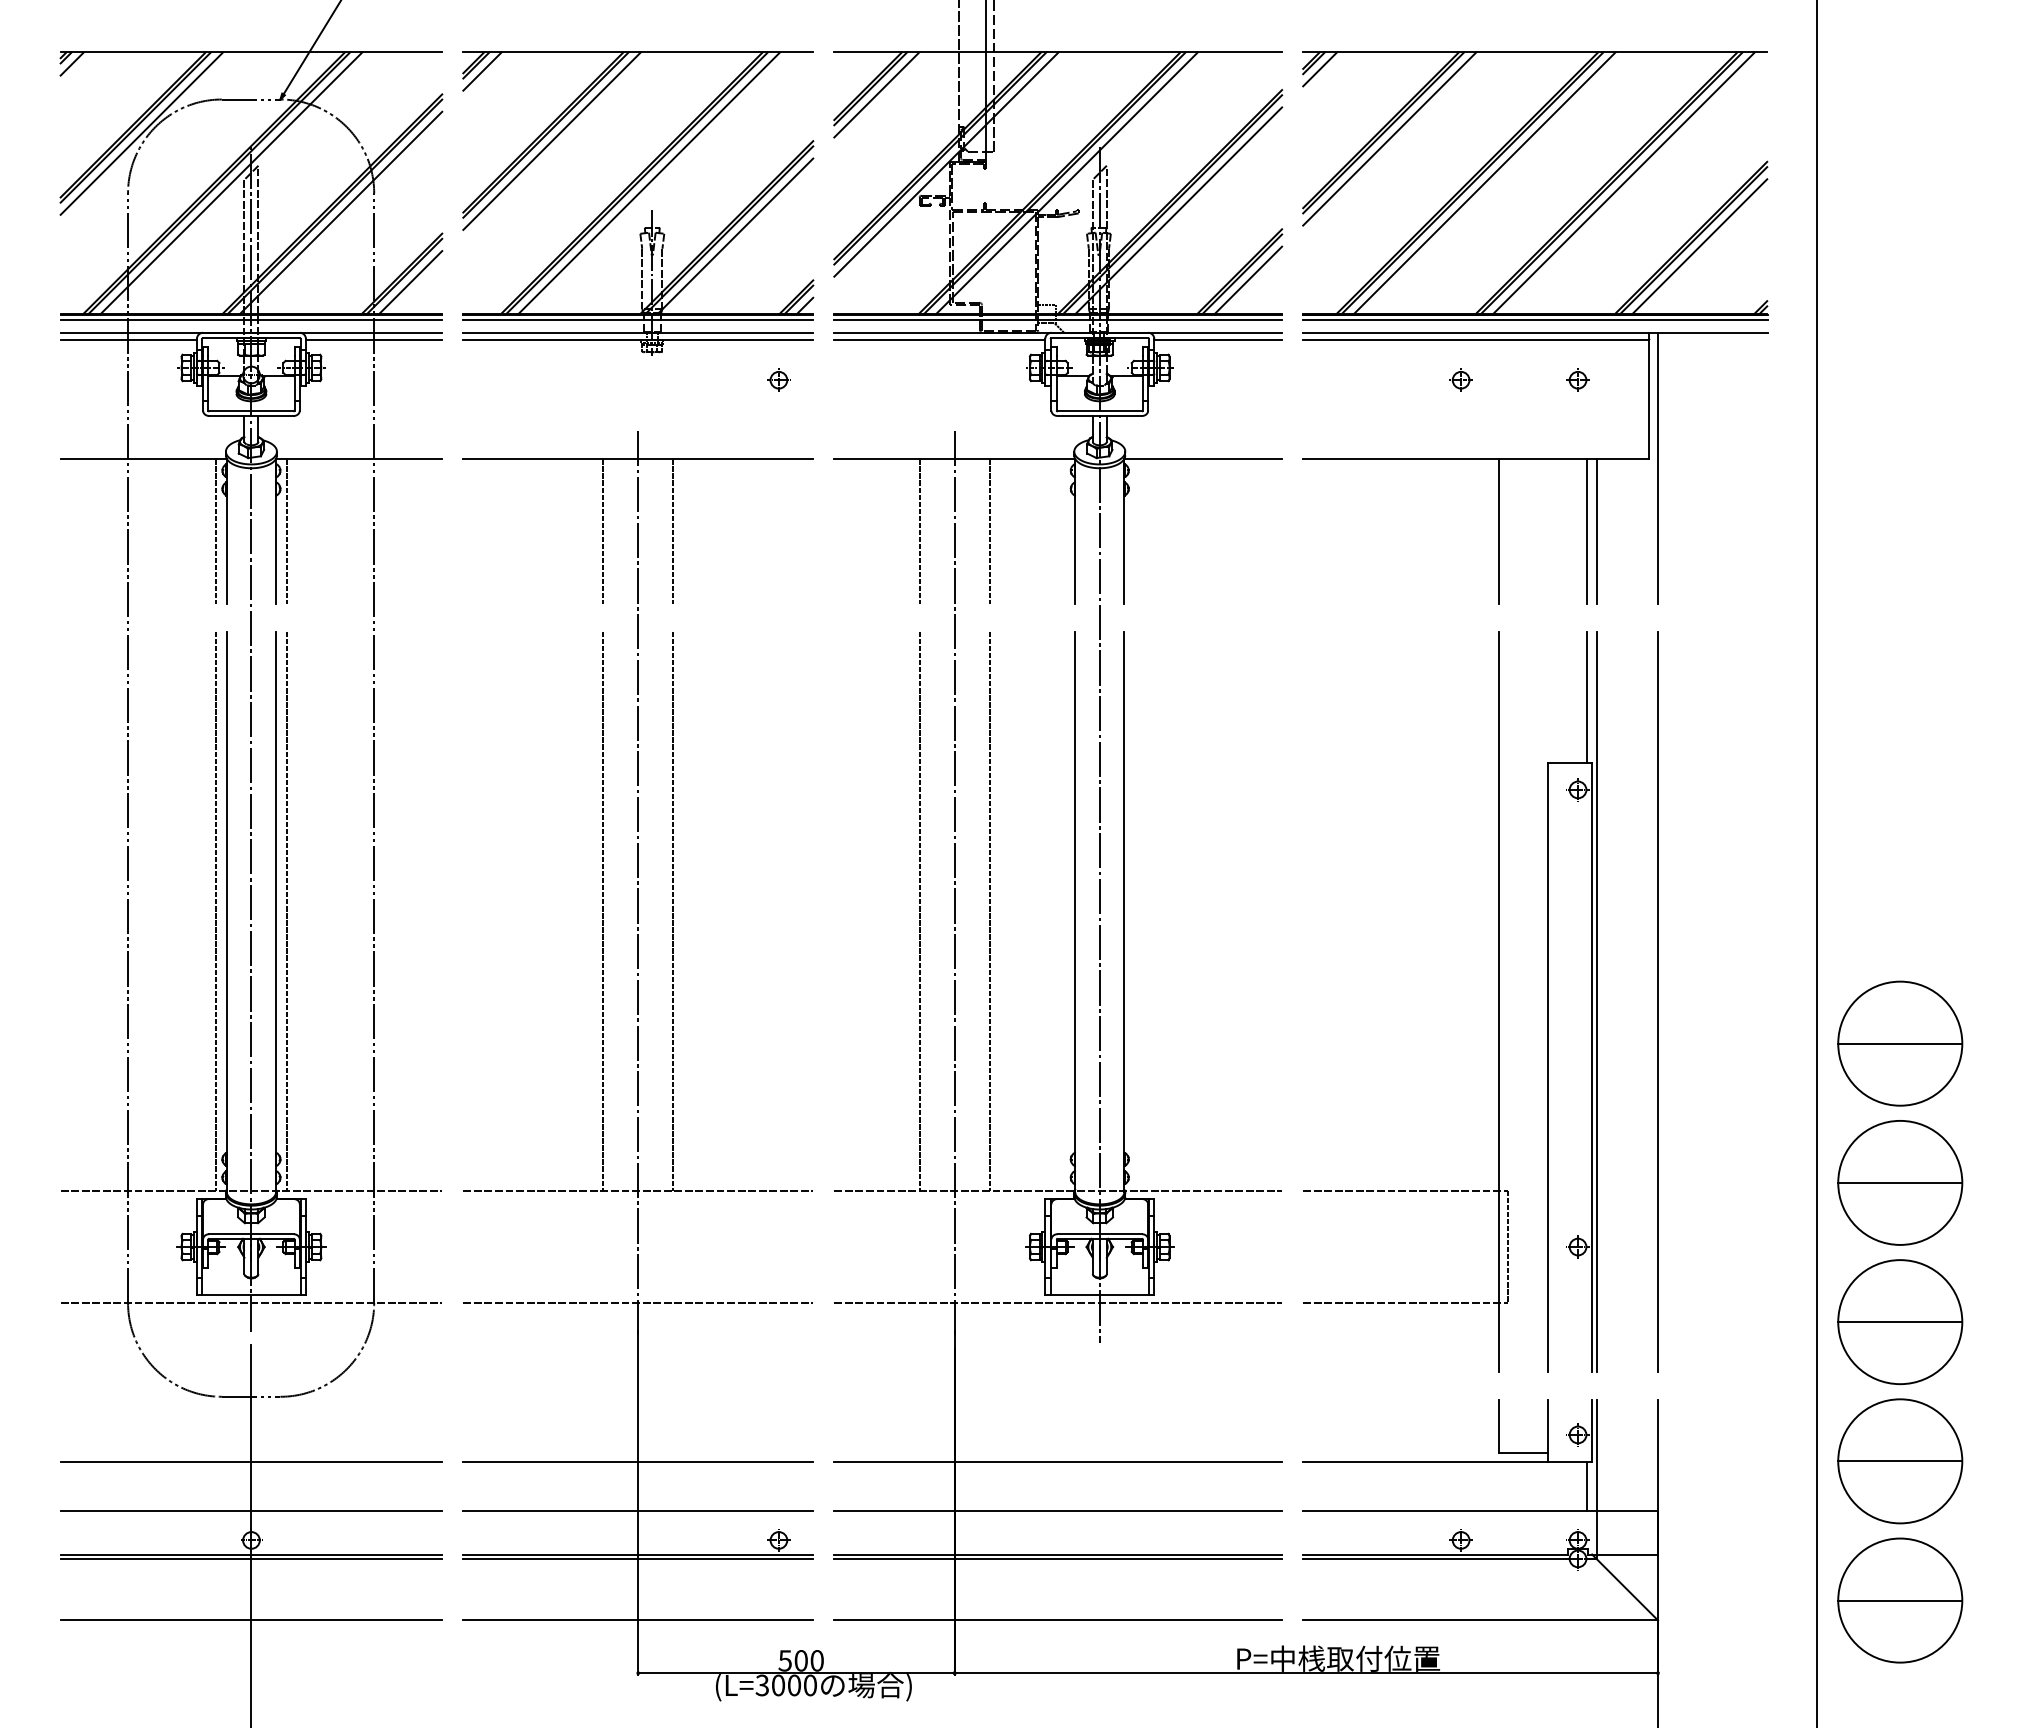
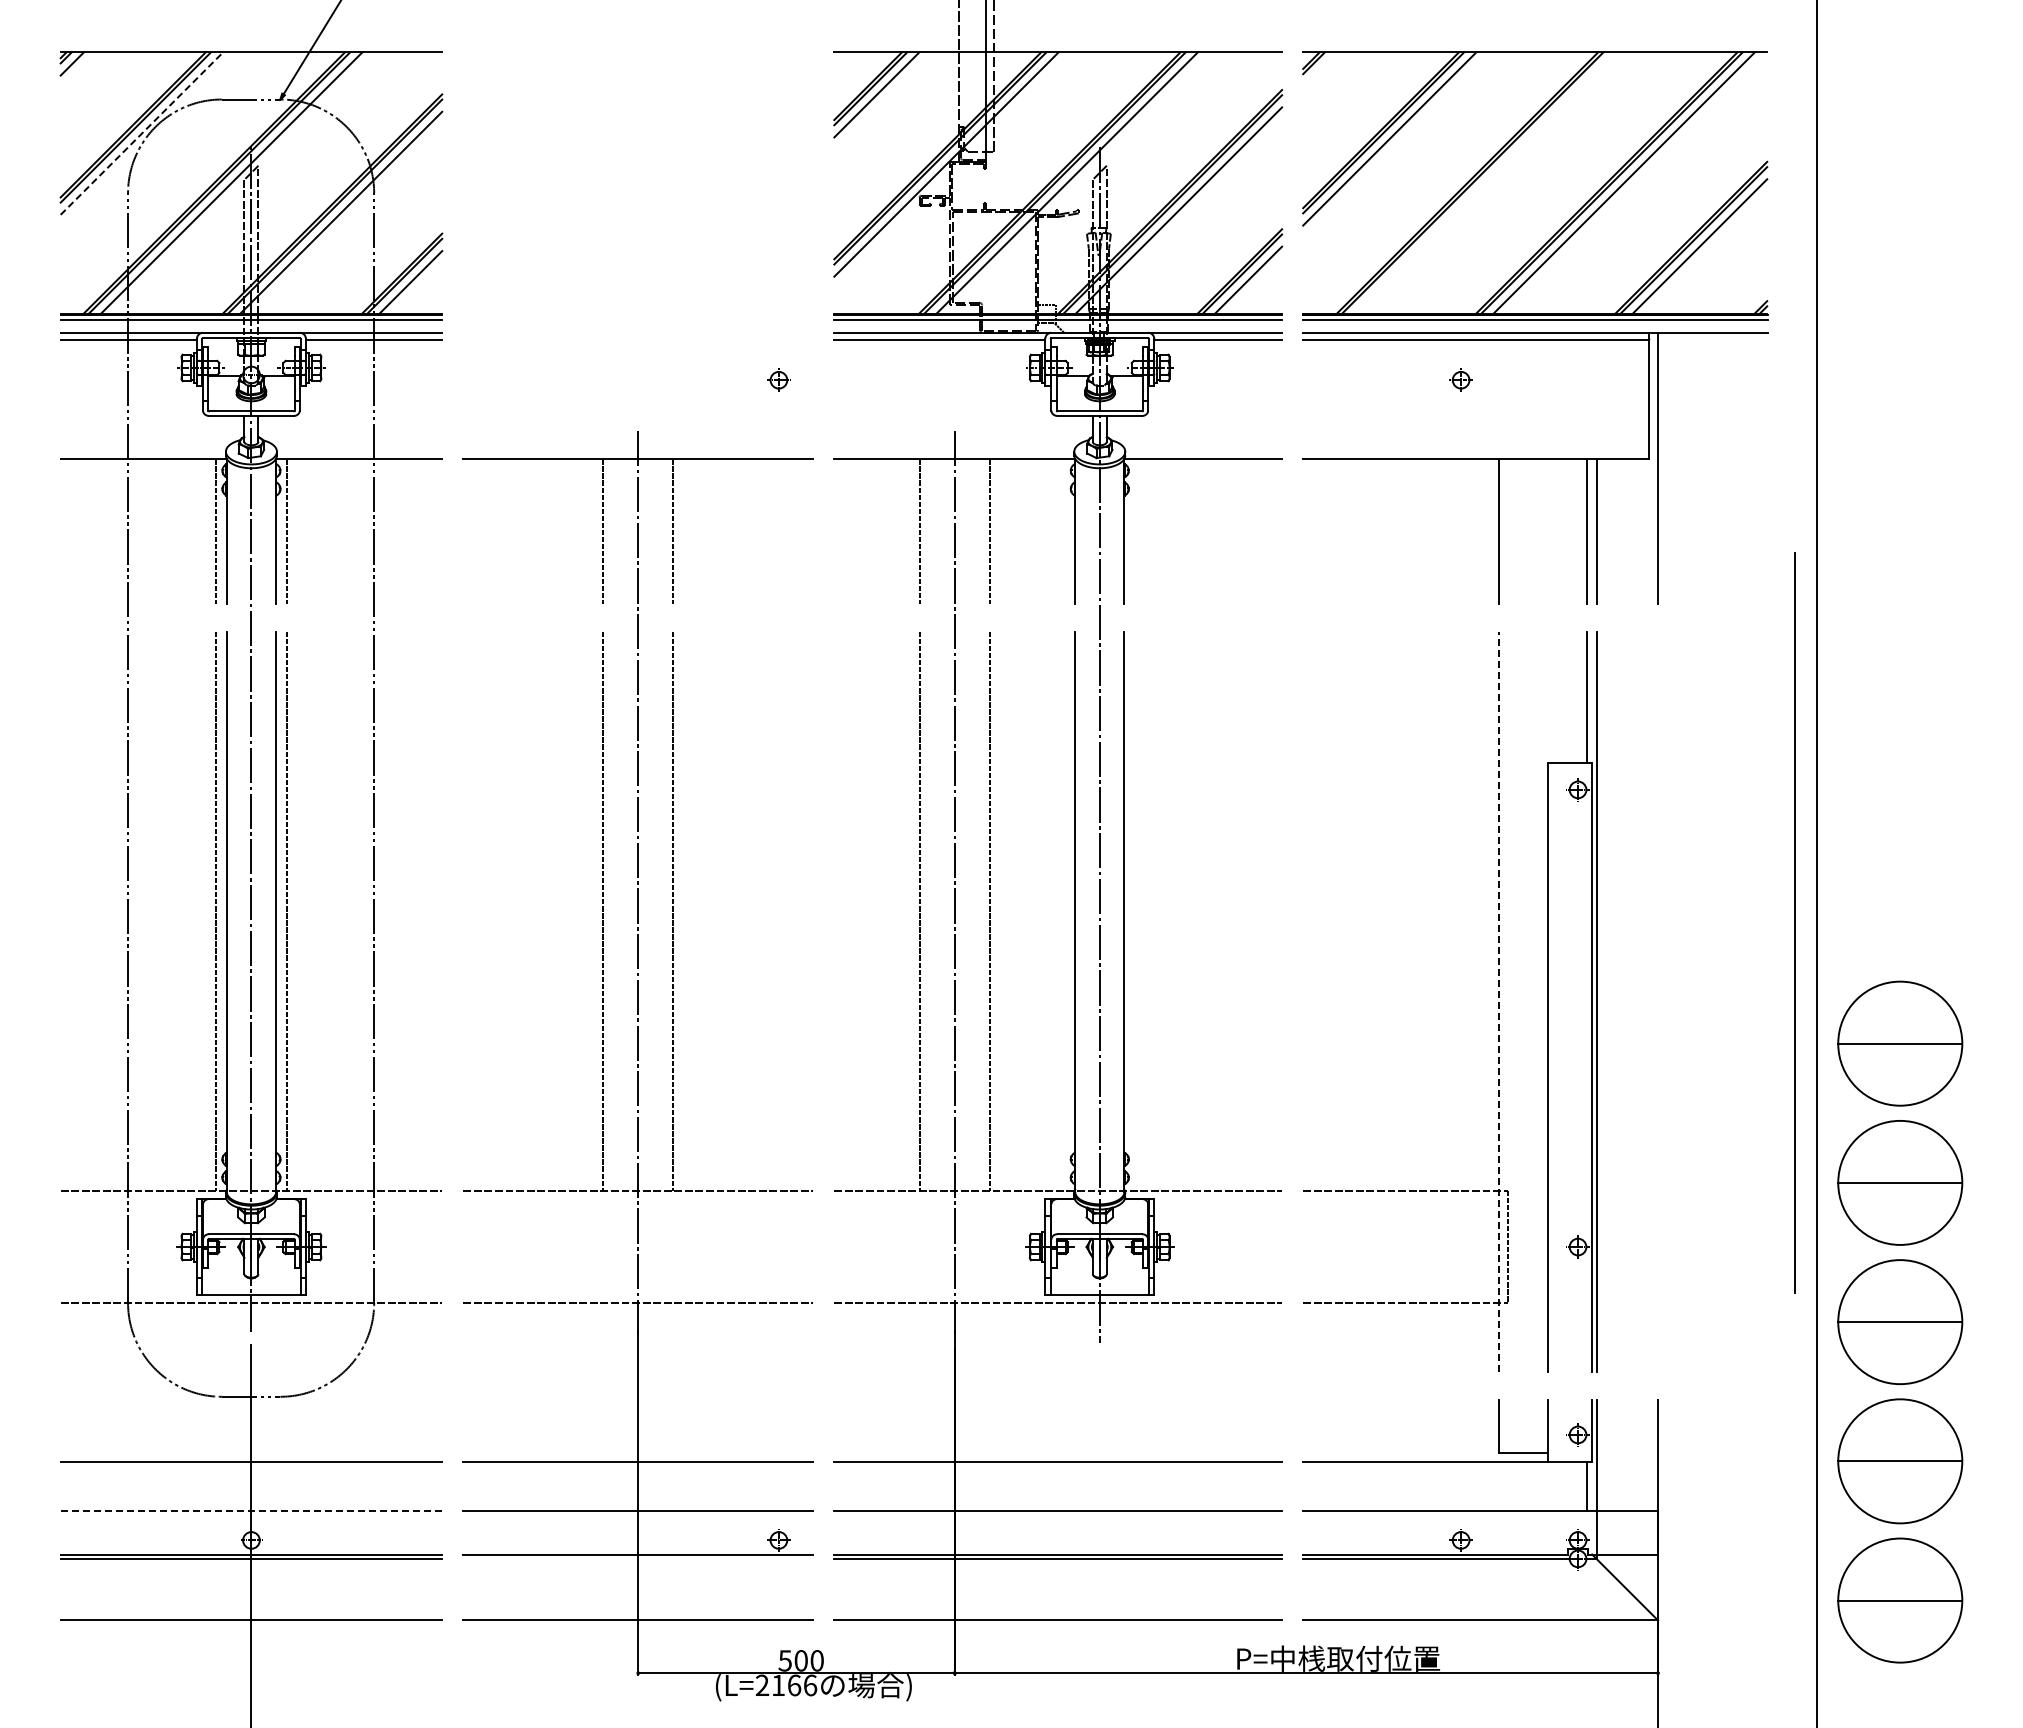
line at (1320, 69): present -> none
line at (141, 133): solid -> dashed
line at (1484, 183): present -> none
part at (638, 203): present -> none
part at (1577, 379): present -> none
line at (1499, 1001): solid -> dashed
line at (1657, 1001) position: (1657, 1001) -> (1794, 922)
line at (251, 1510): solid -> dashed
line at (638, 1558): present -> none
text at (786, 1685): (L=3000 -> (L=2166
